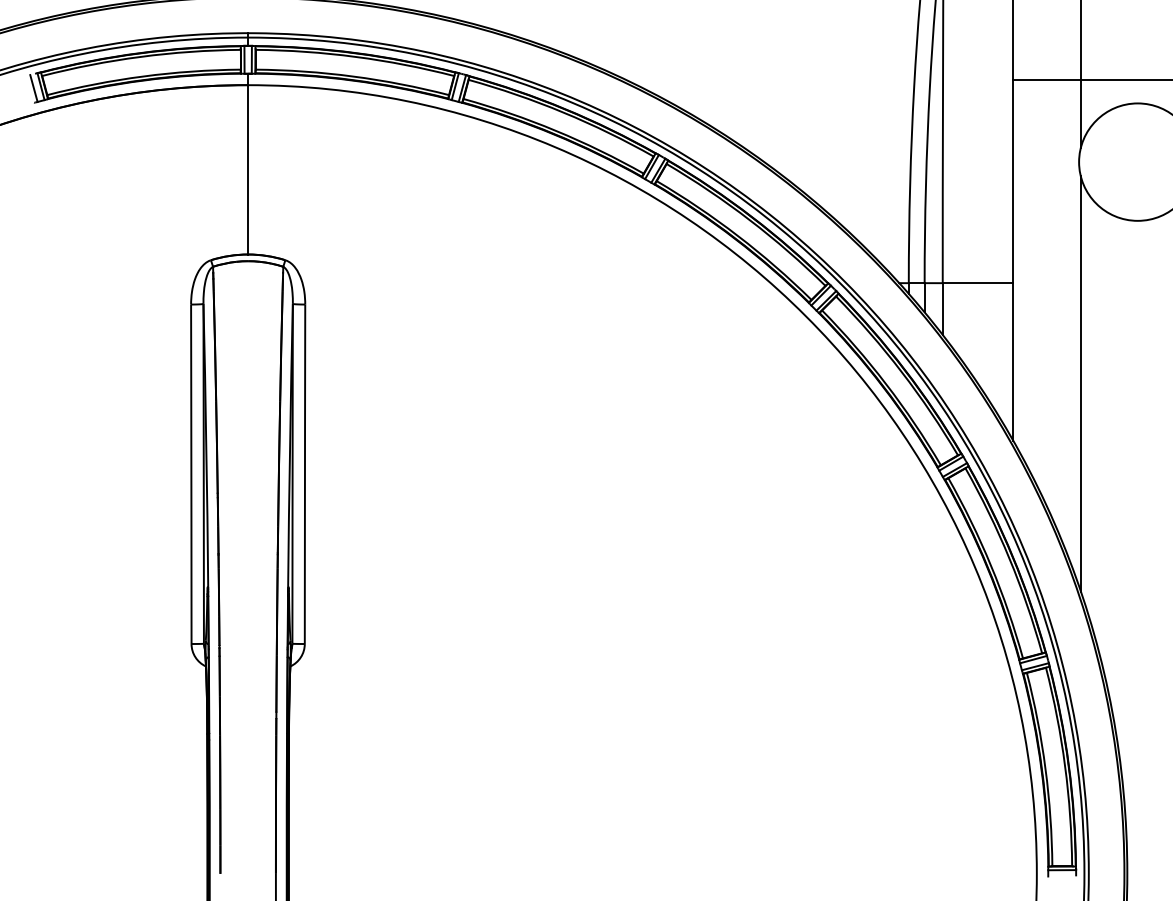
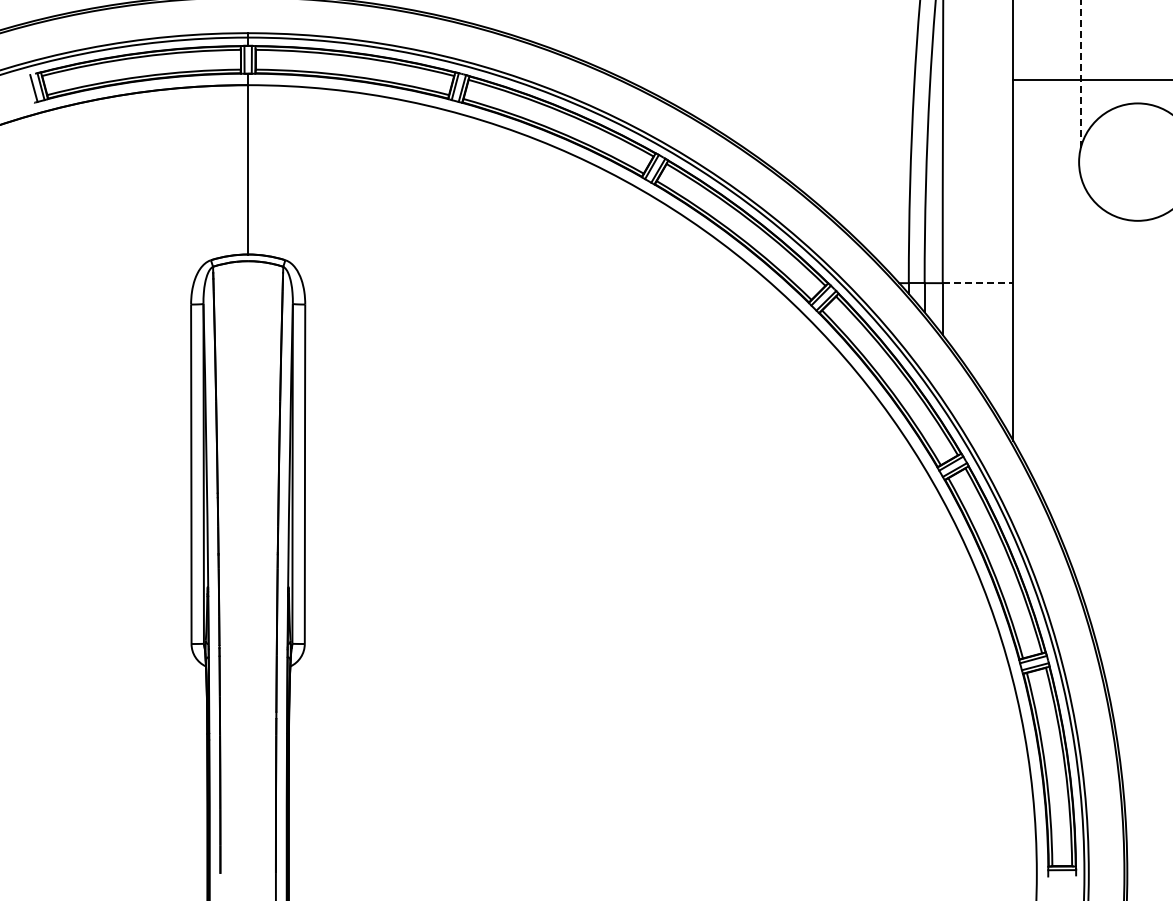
line at (1080, 73): solid -> dashed
line at (978, 283): solid -> dashed
line at (1080, 383): present -> none
